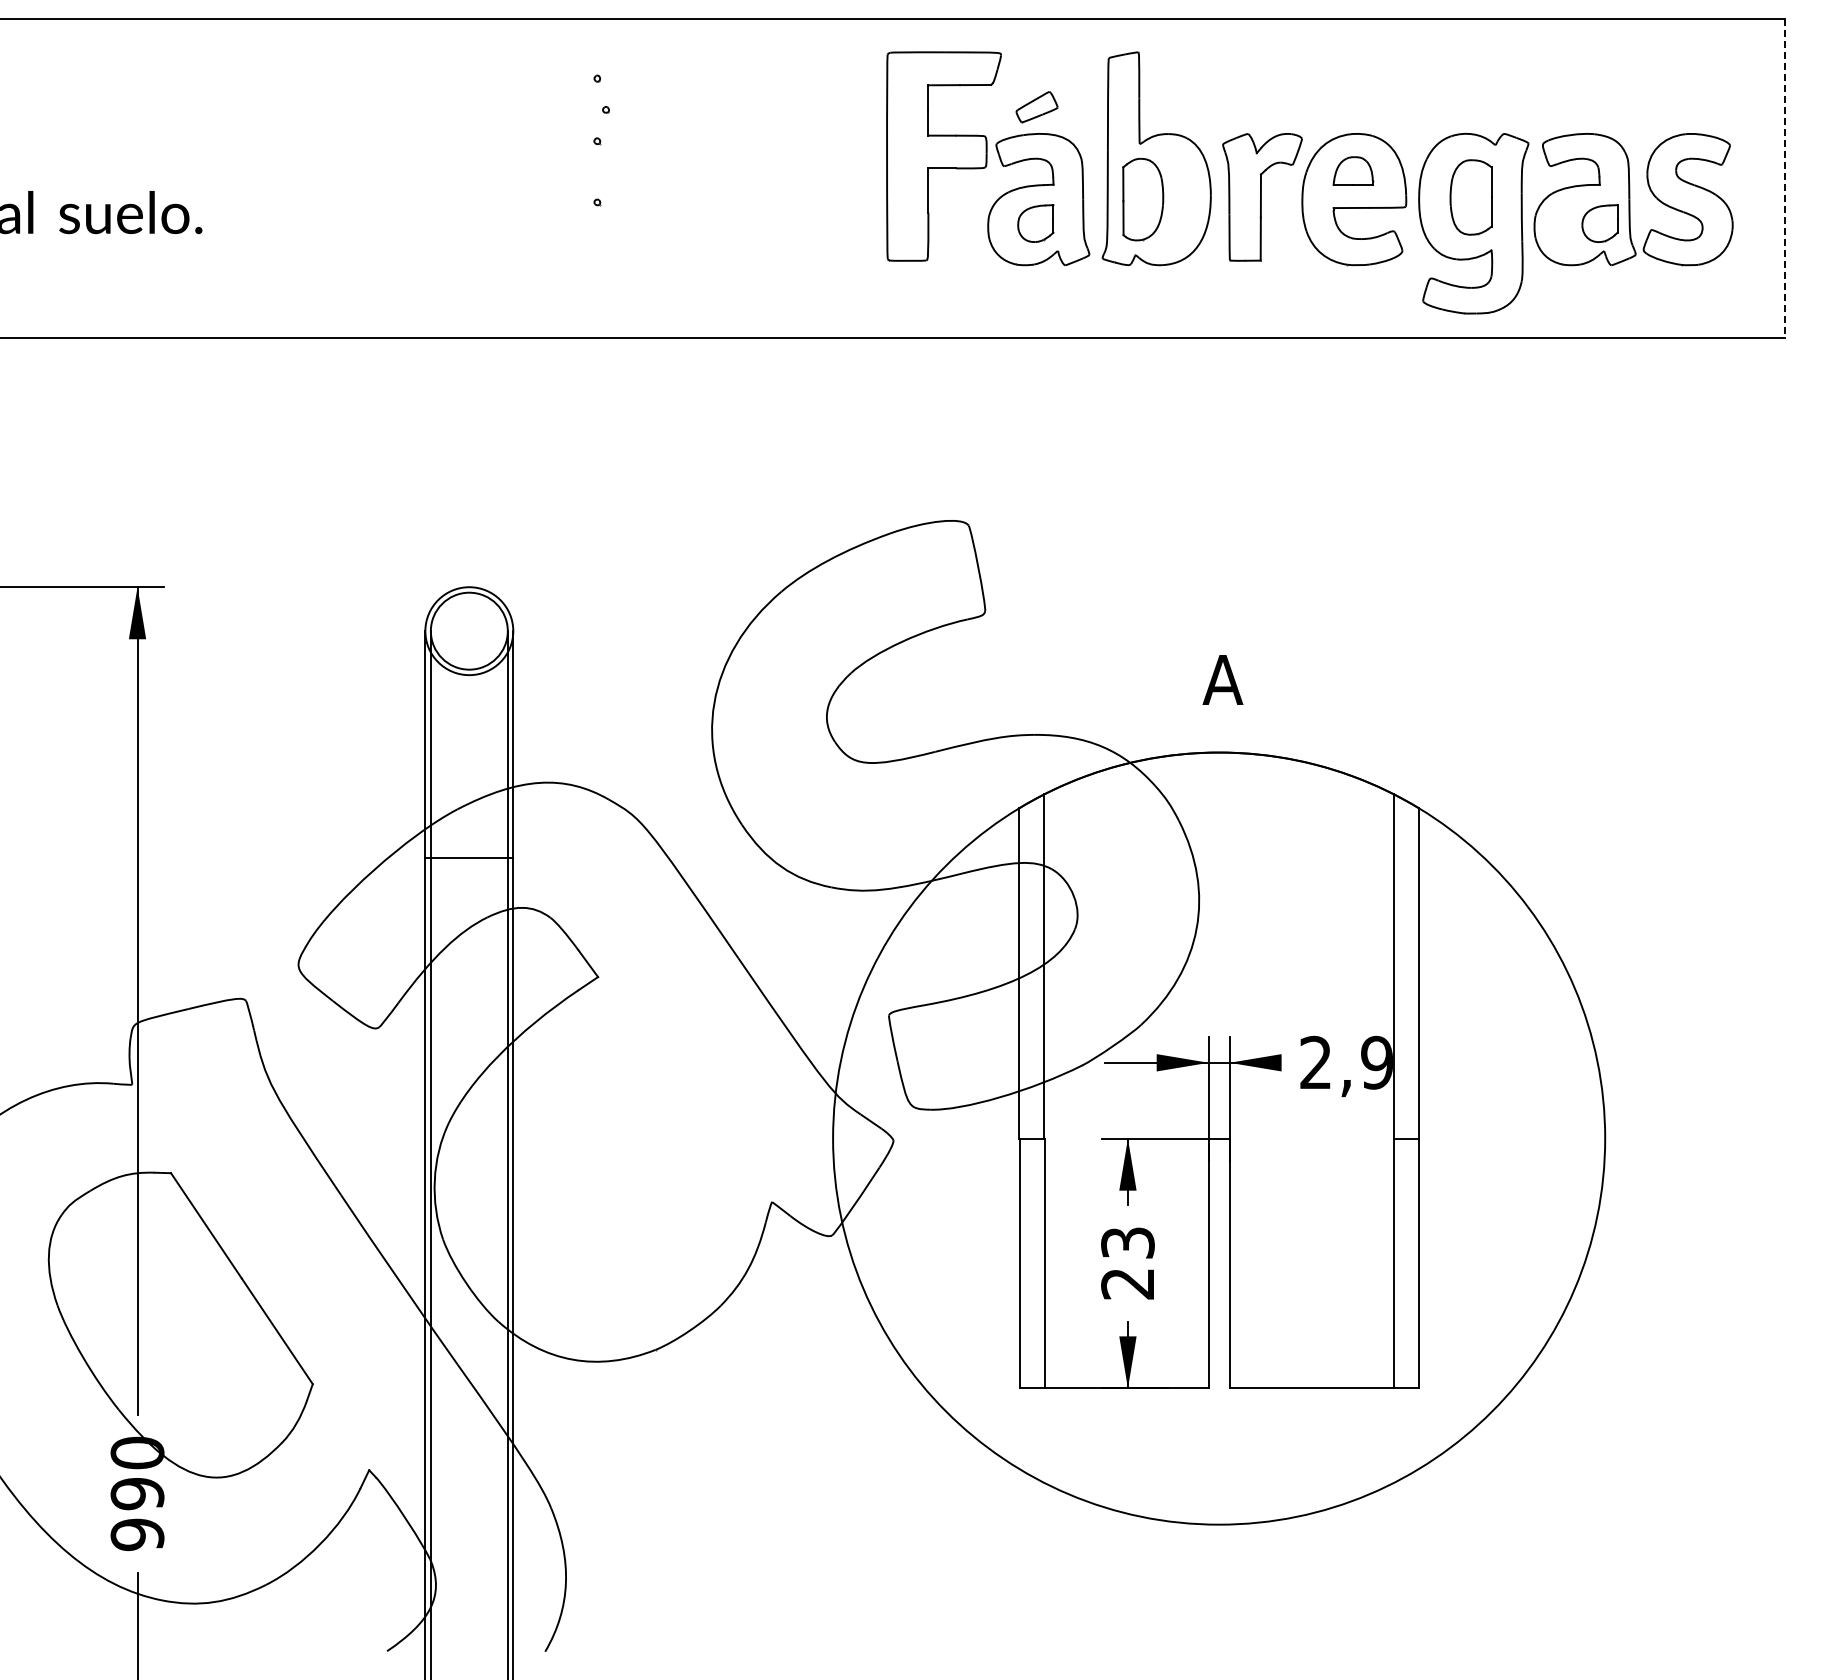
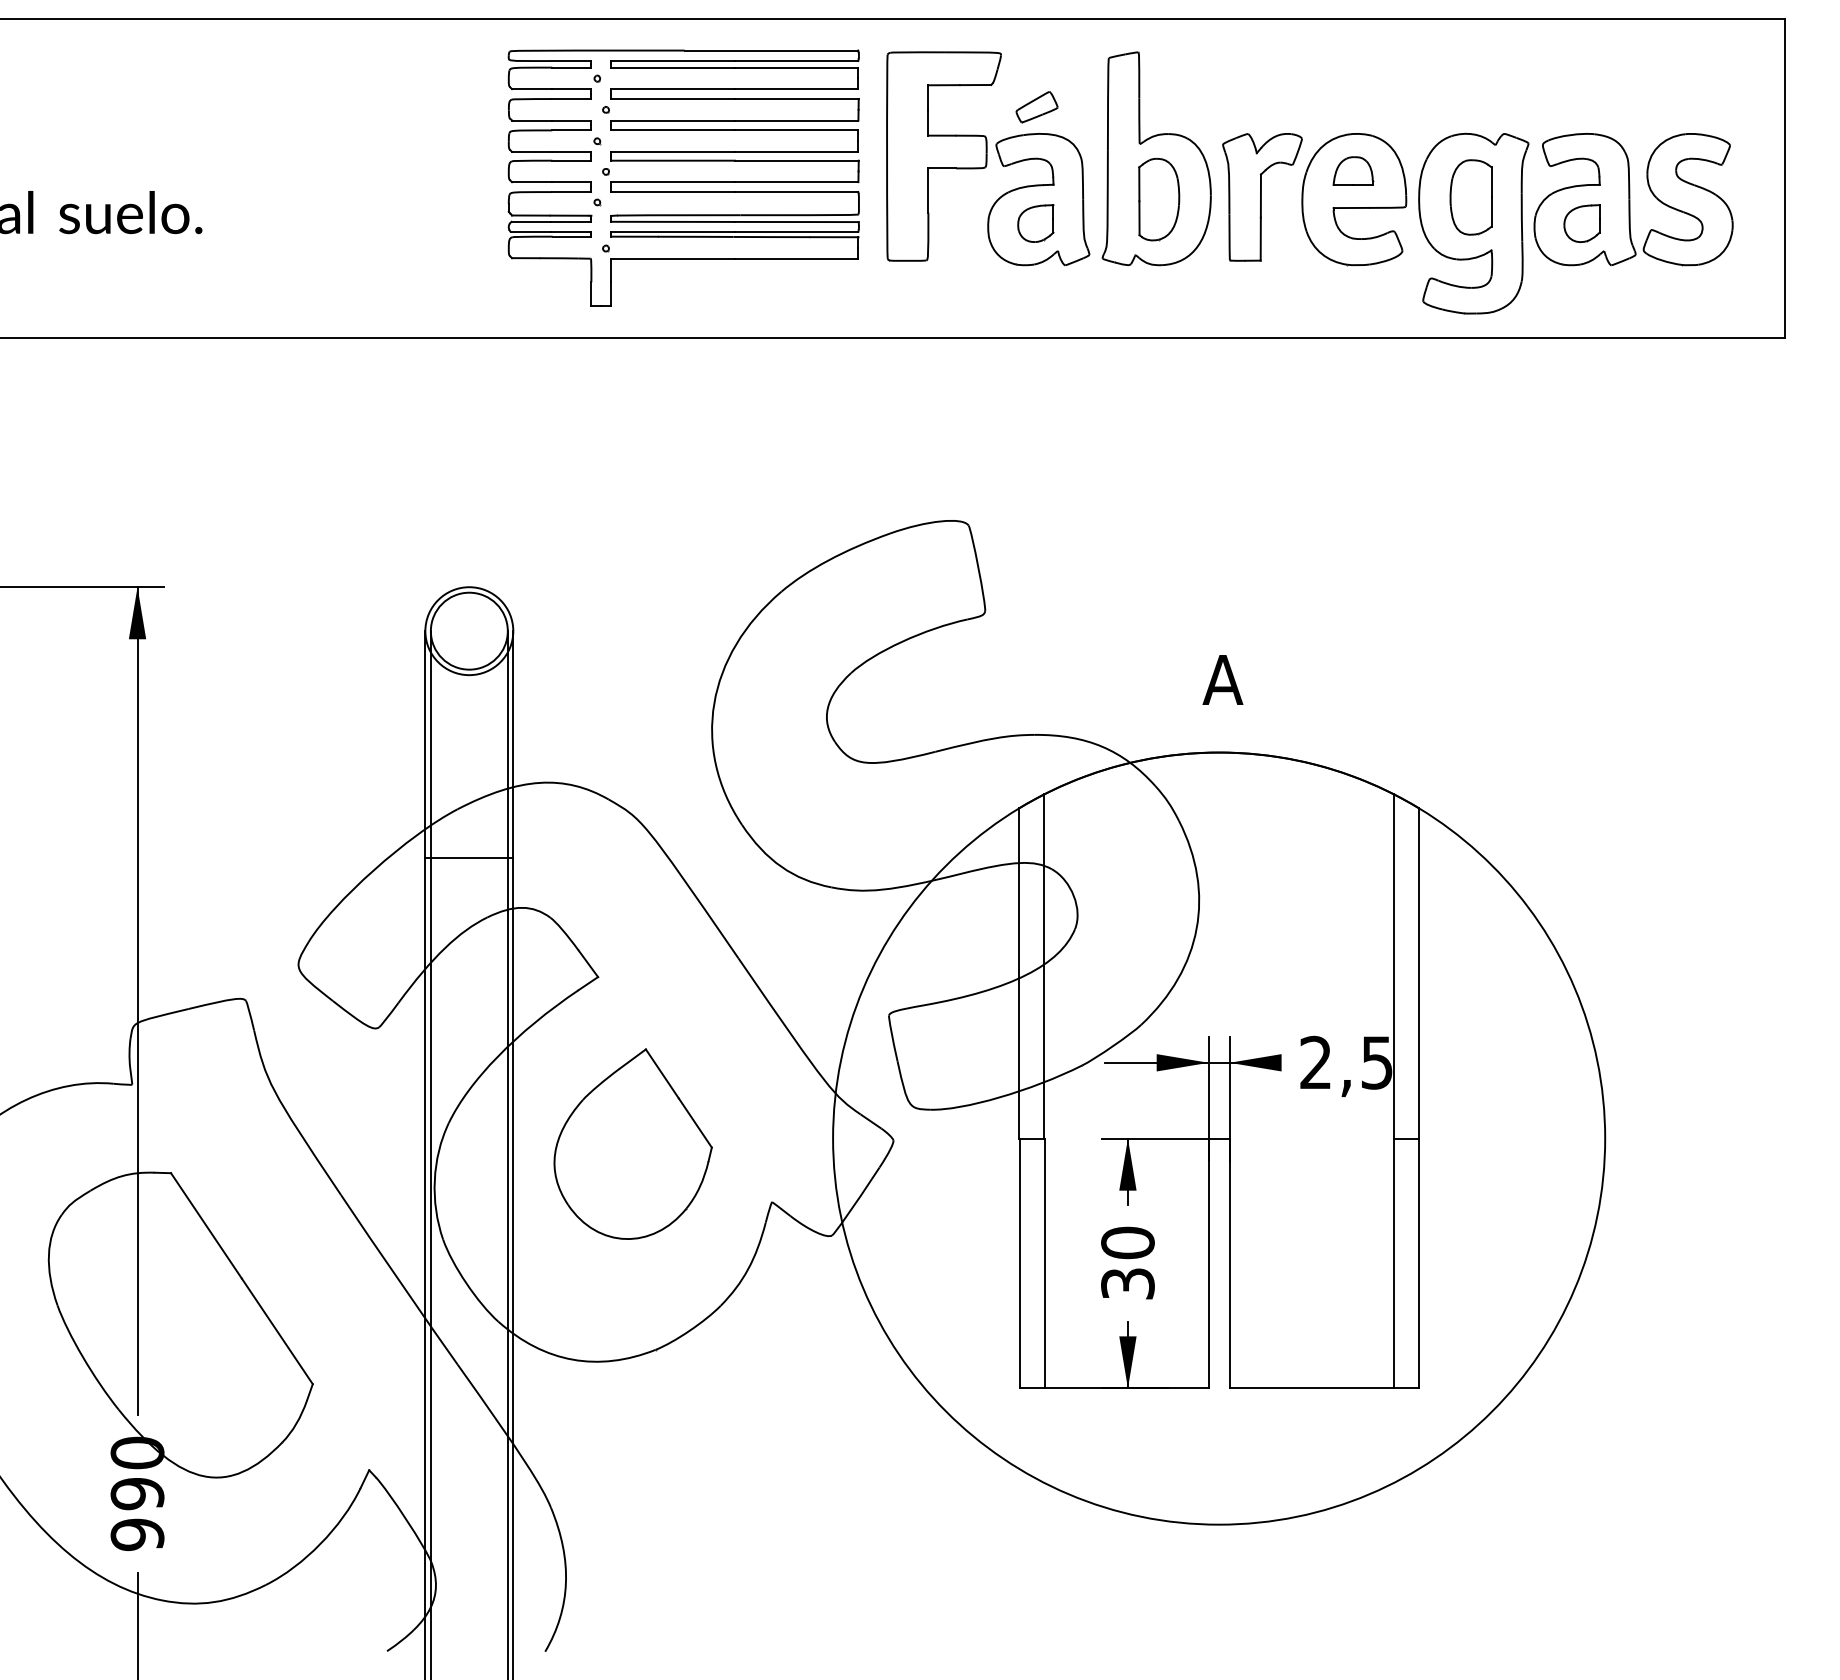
part at (683, 177): none -> present
line at (1784, 179): dashed -> solid
part at (1143, 199) position: (1143, 199) -> (1159, 199)
part at (1599, 223) position: (1599, 223) -> (1581, 223)
text at (1376, 1062): 2,9 -> 2,5
part at (632, 1143): none -> present
text at (1127, 1262): 23 -> 30
